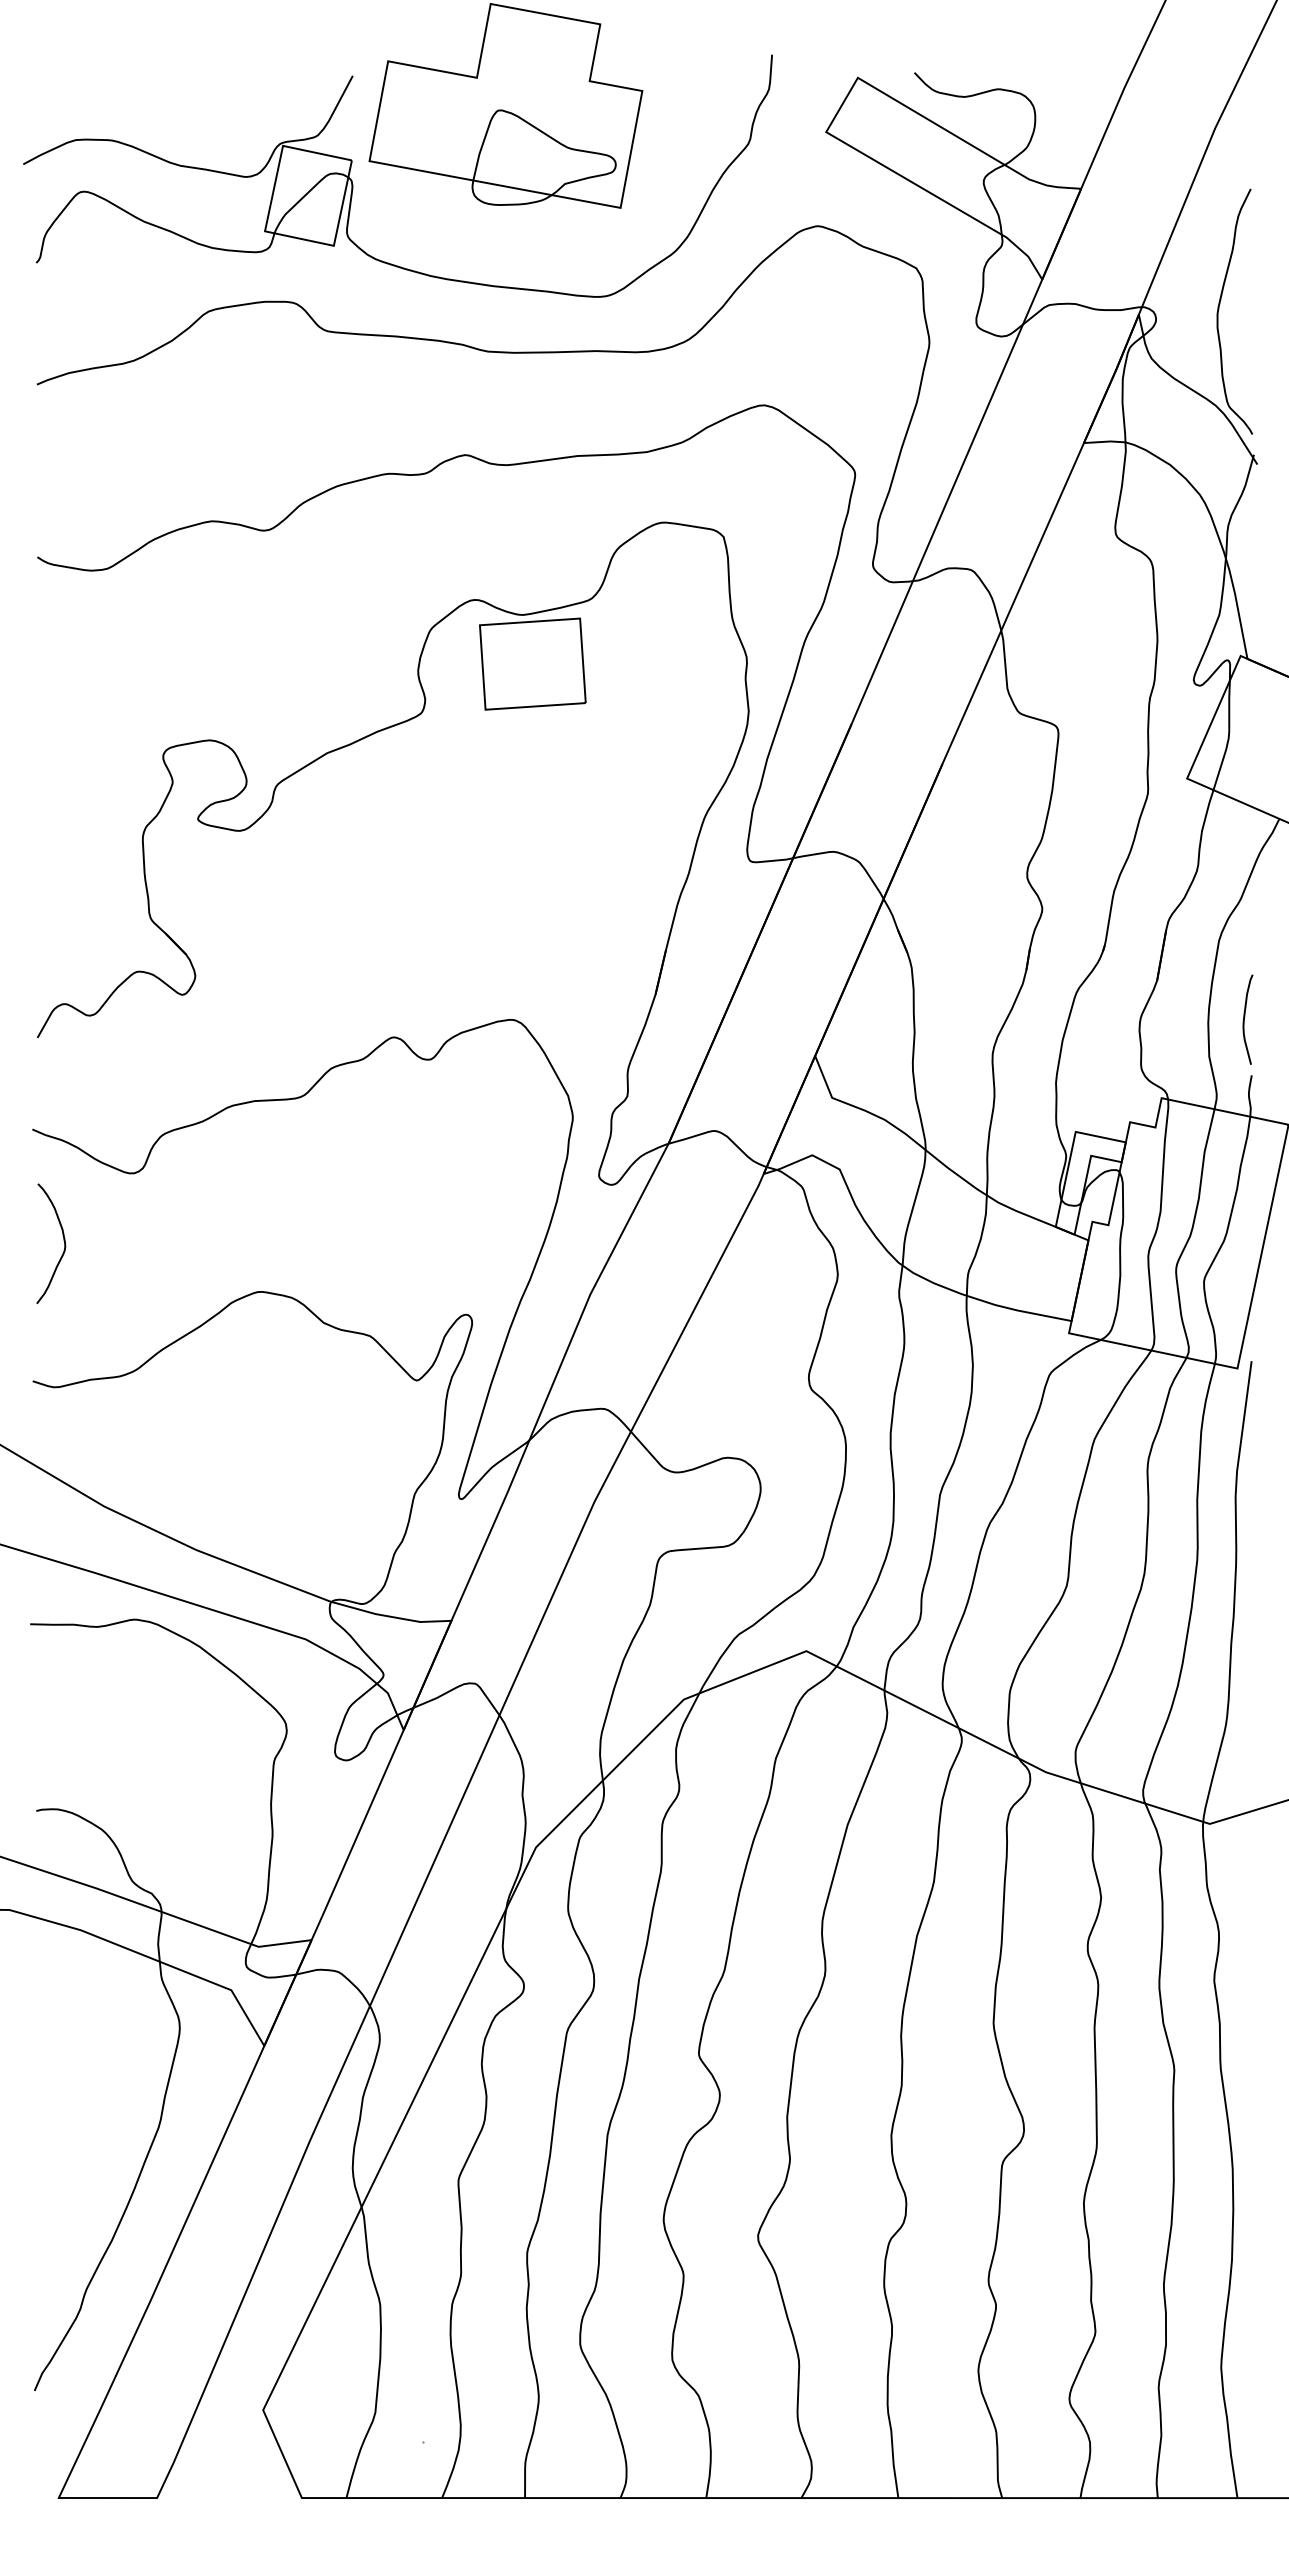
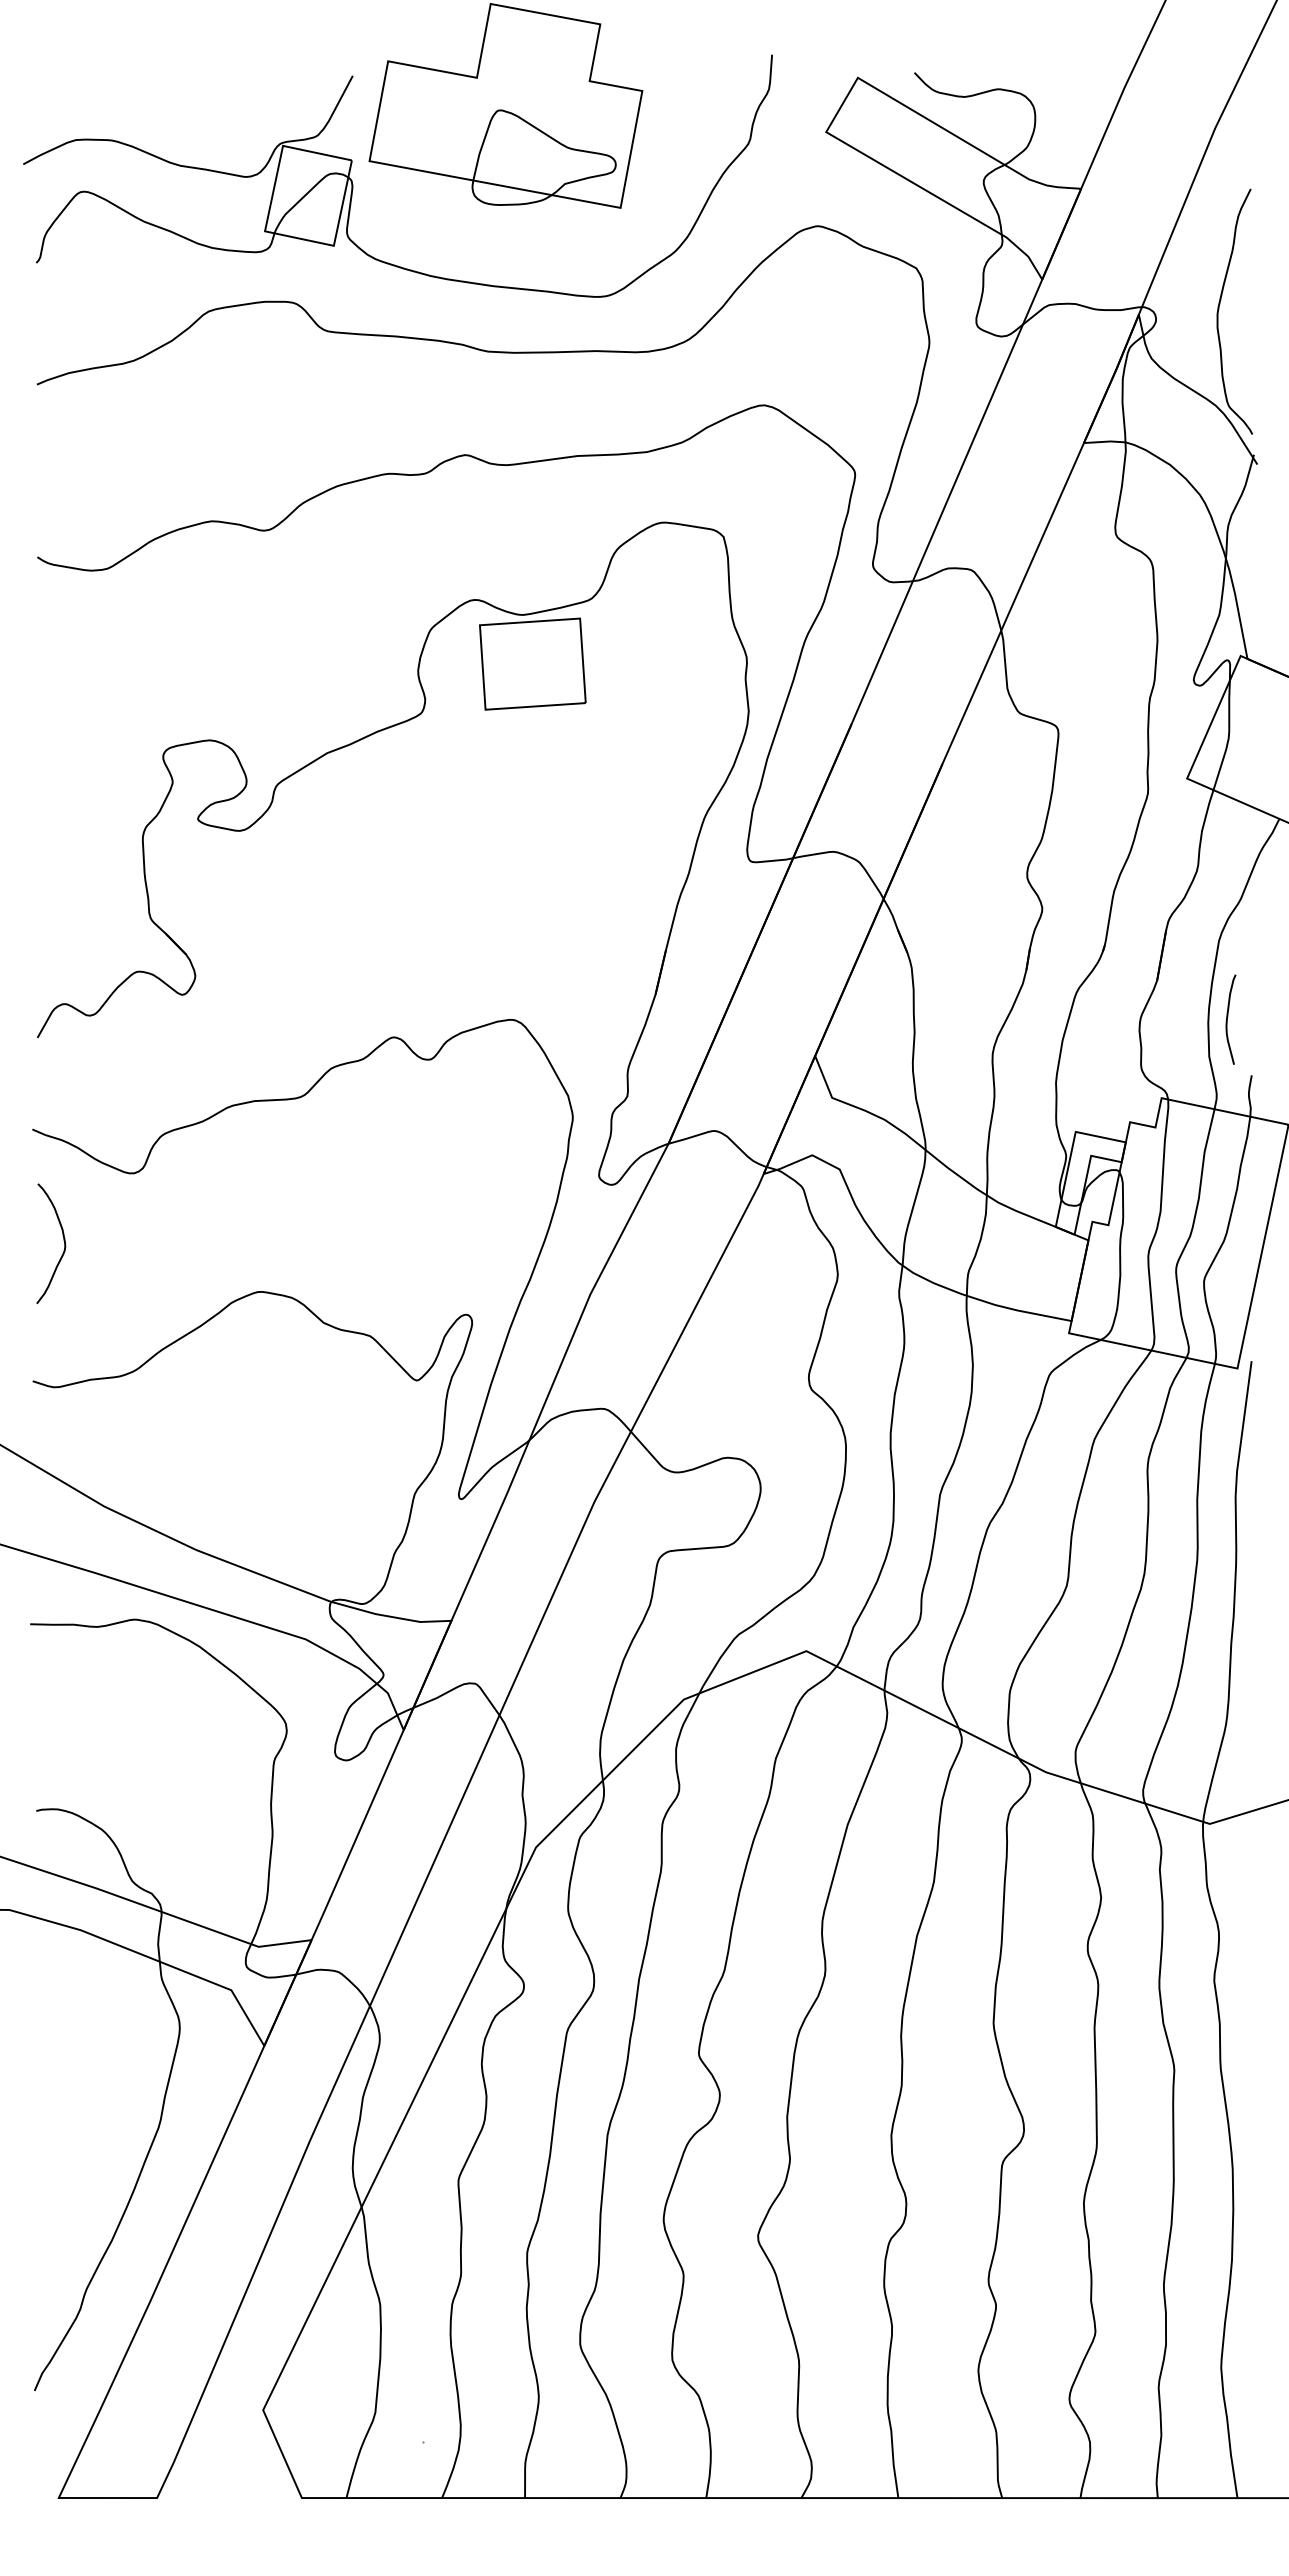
curve at (1244, 1019) position: (1244, 1019) -> (1227, 1019)
